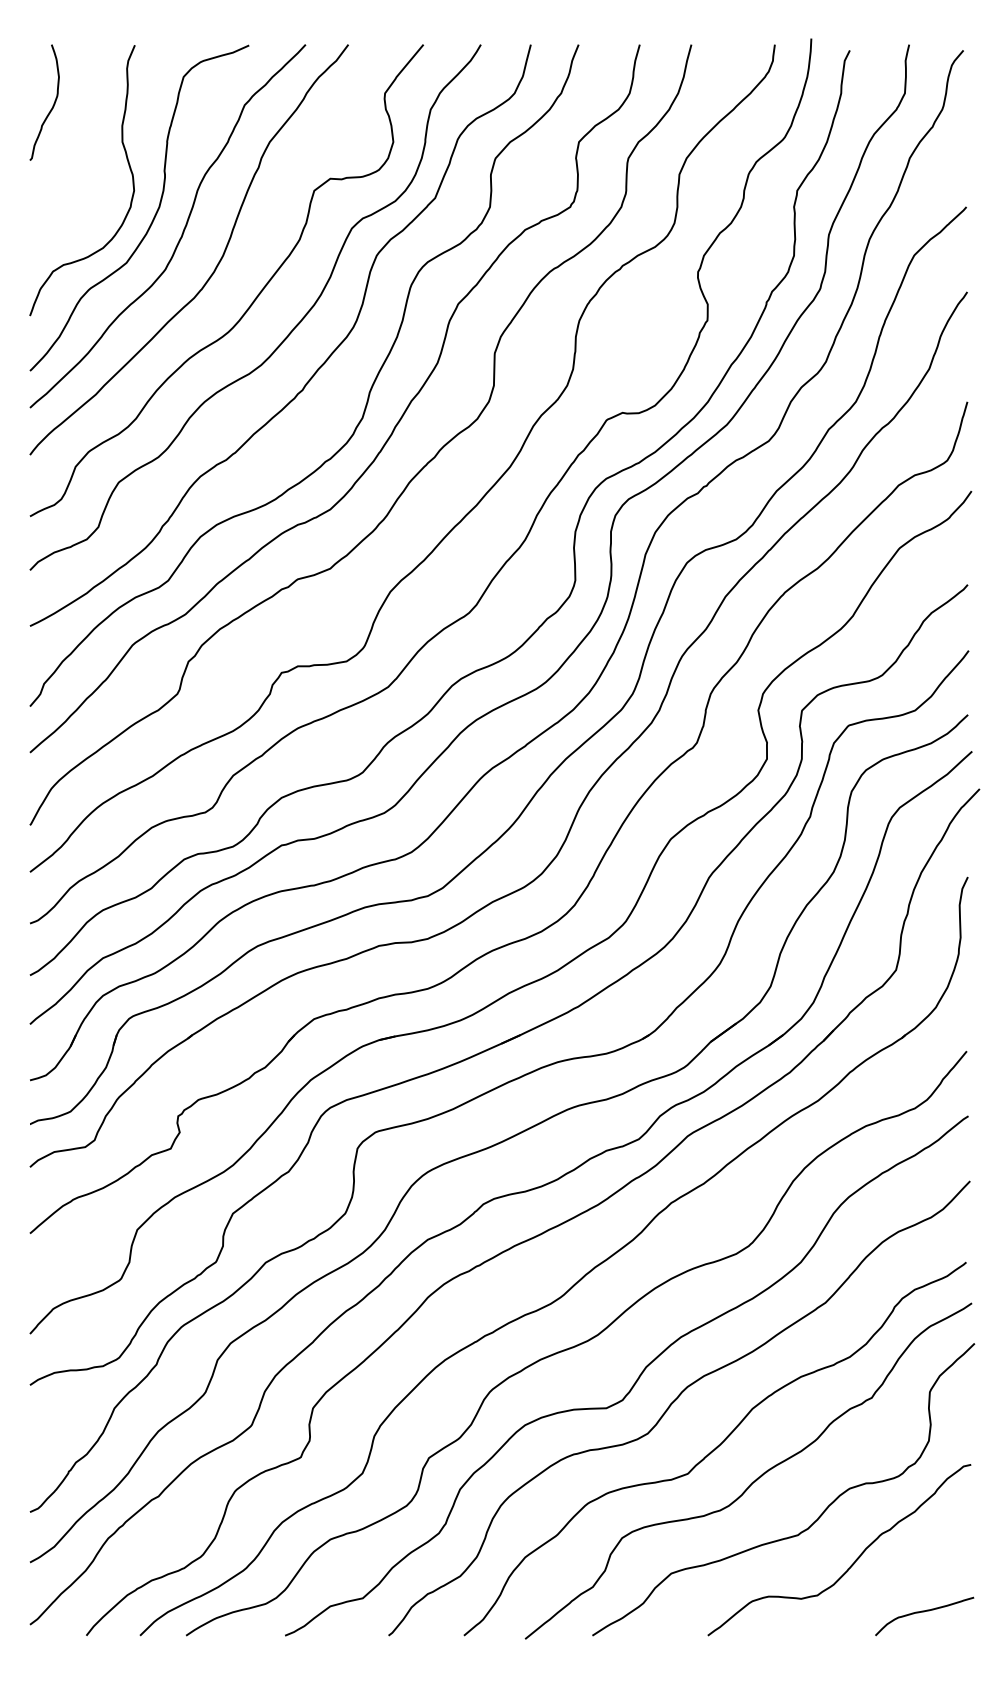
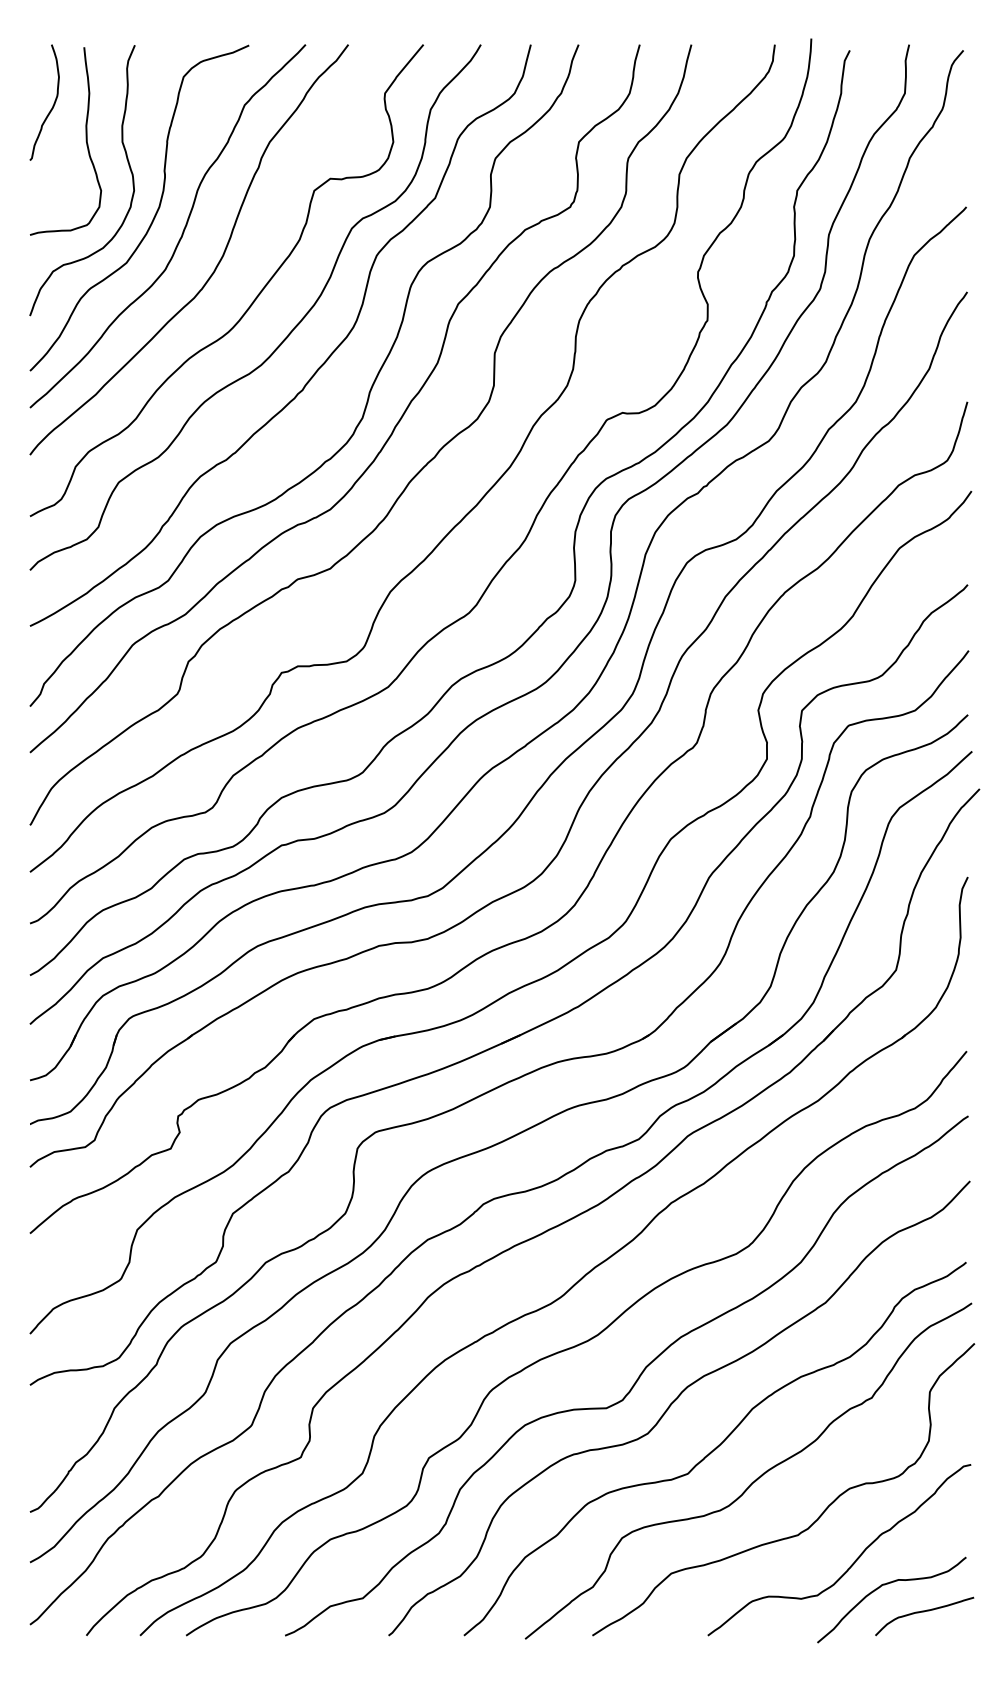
curve at (85, 141): none -> present
curve at (885, 1585): none -> present
